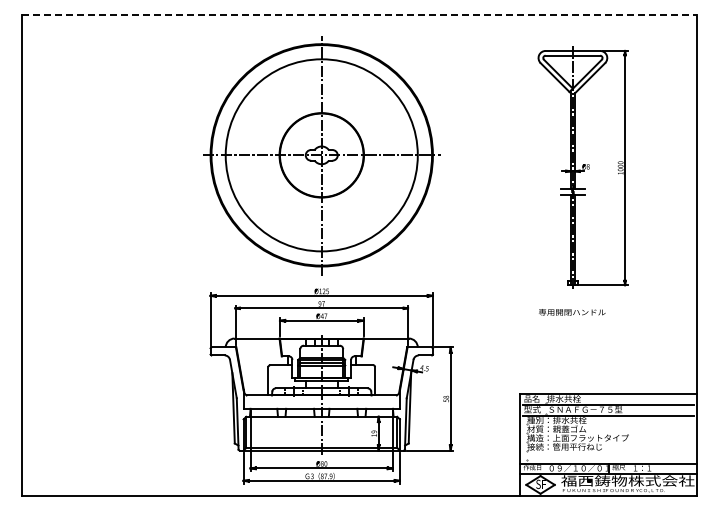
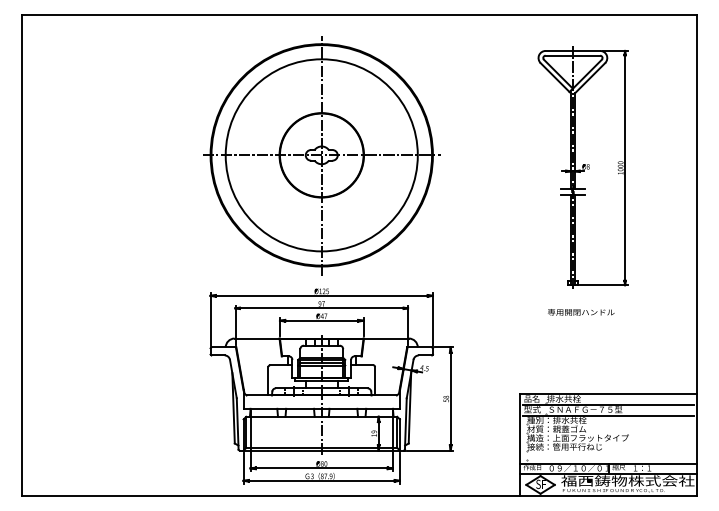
line at (359, 15): dashed -> solid
text at (572, 312) position: (572, 312) -> (581, 312)
